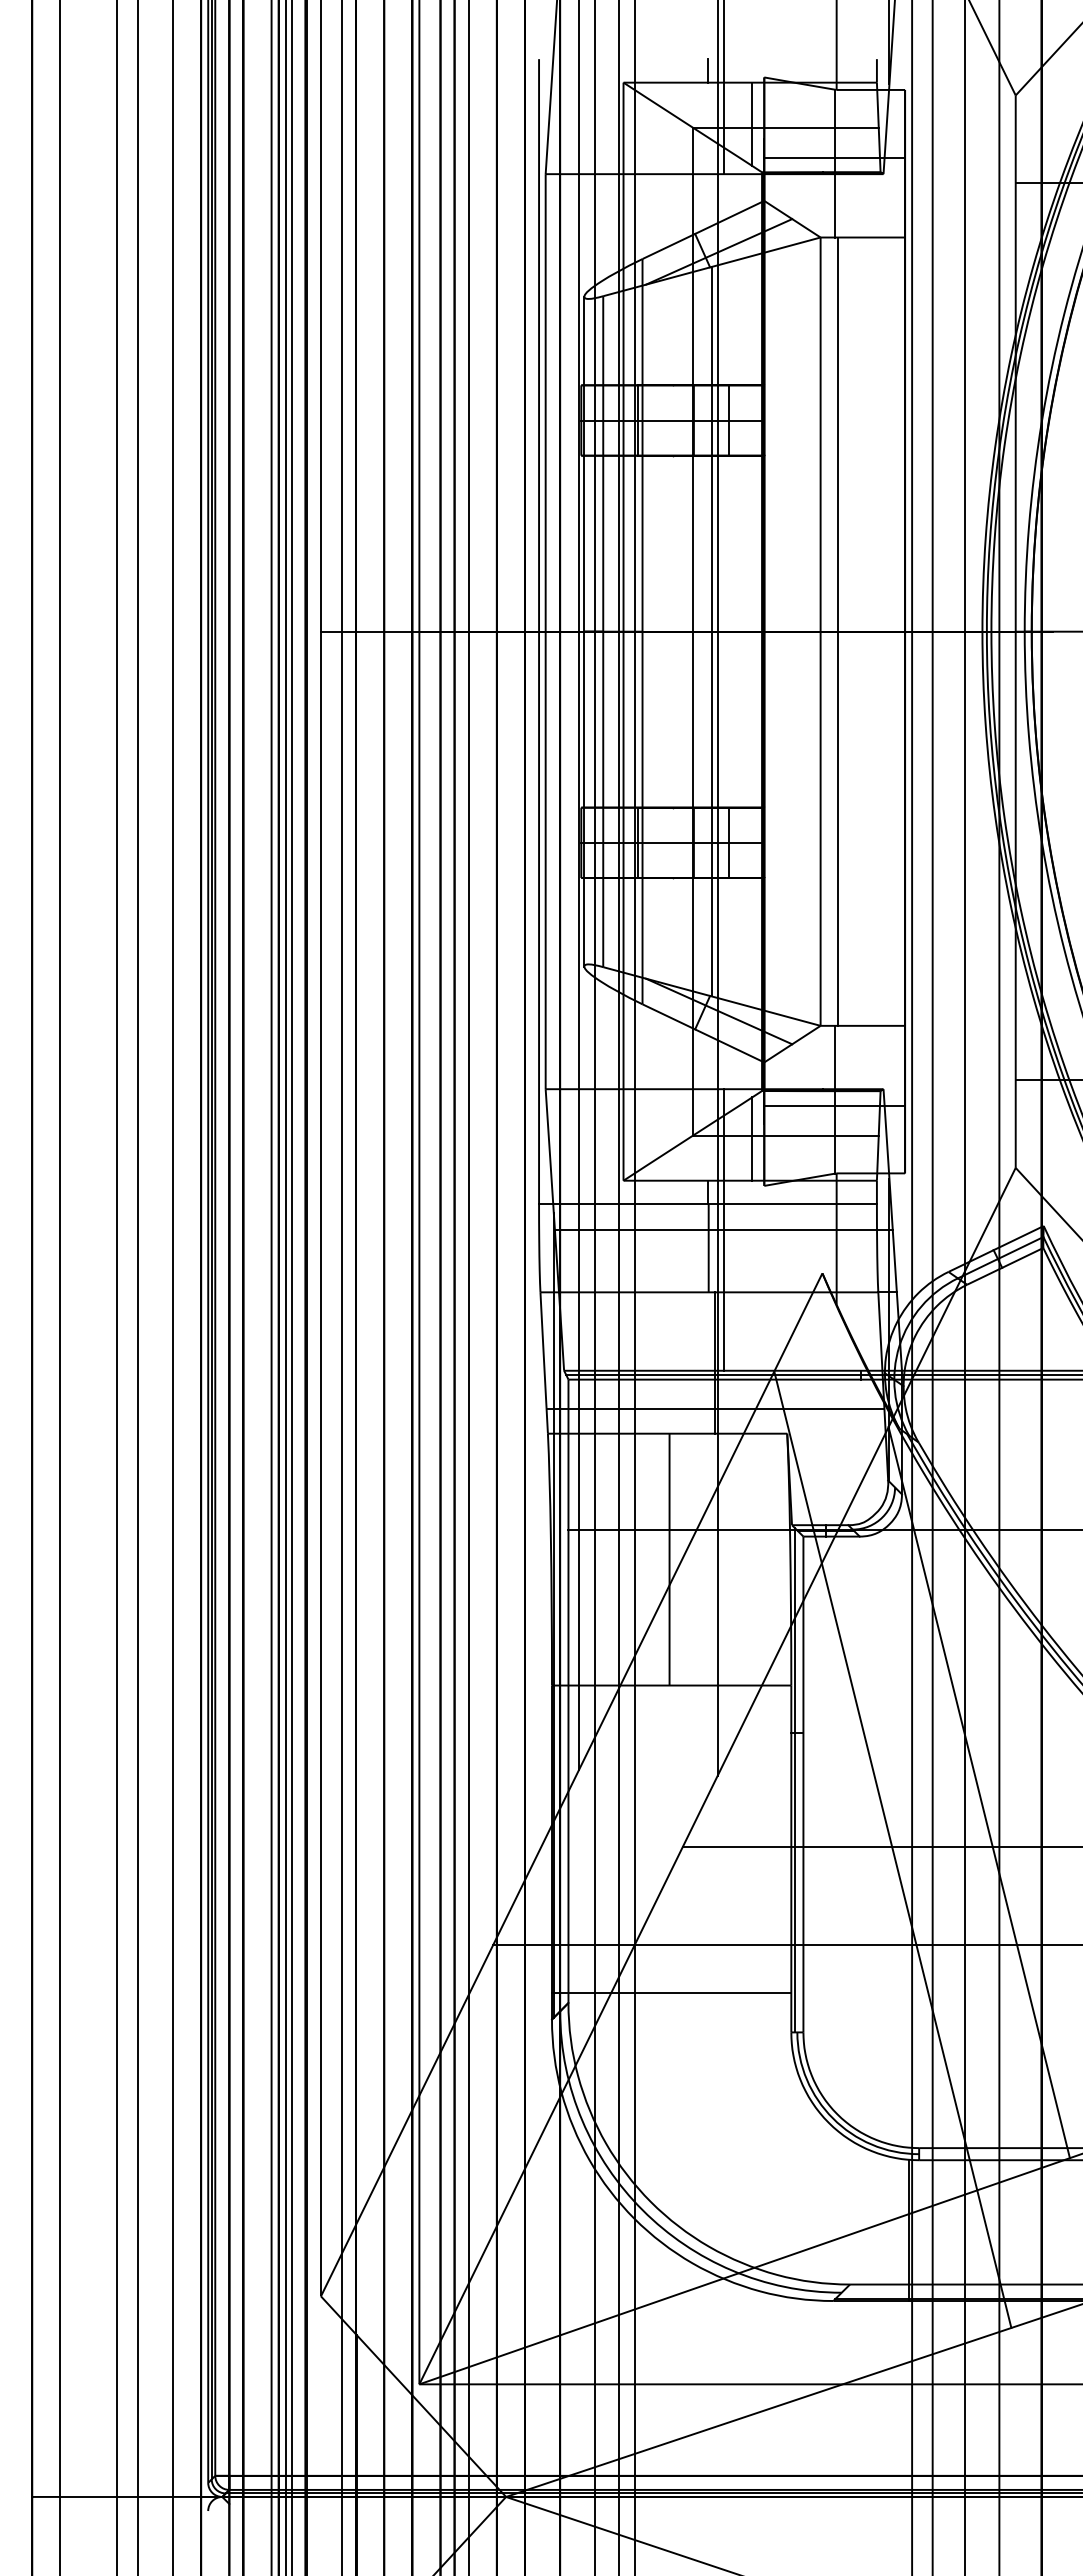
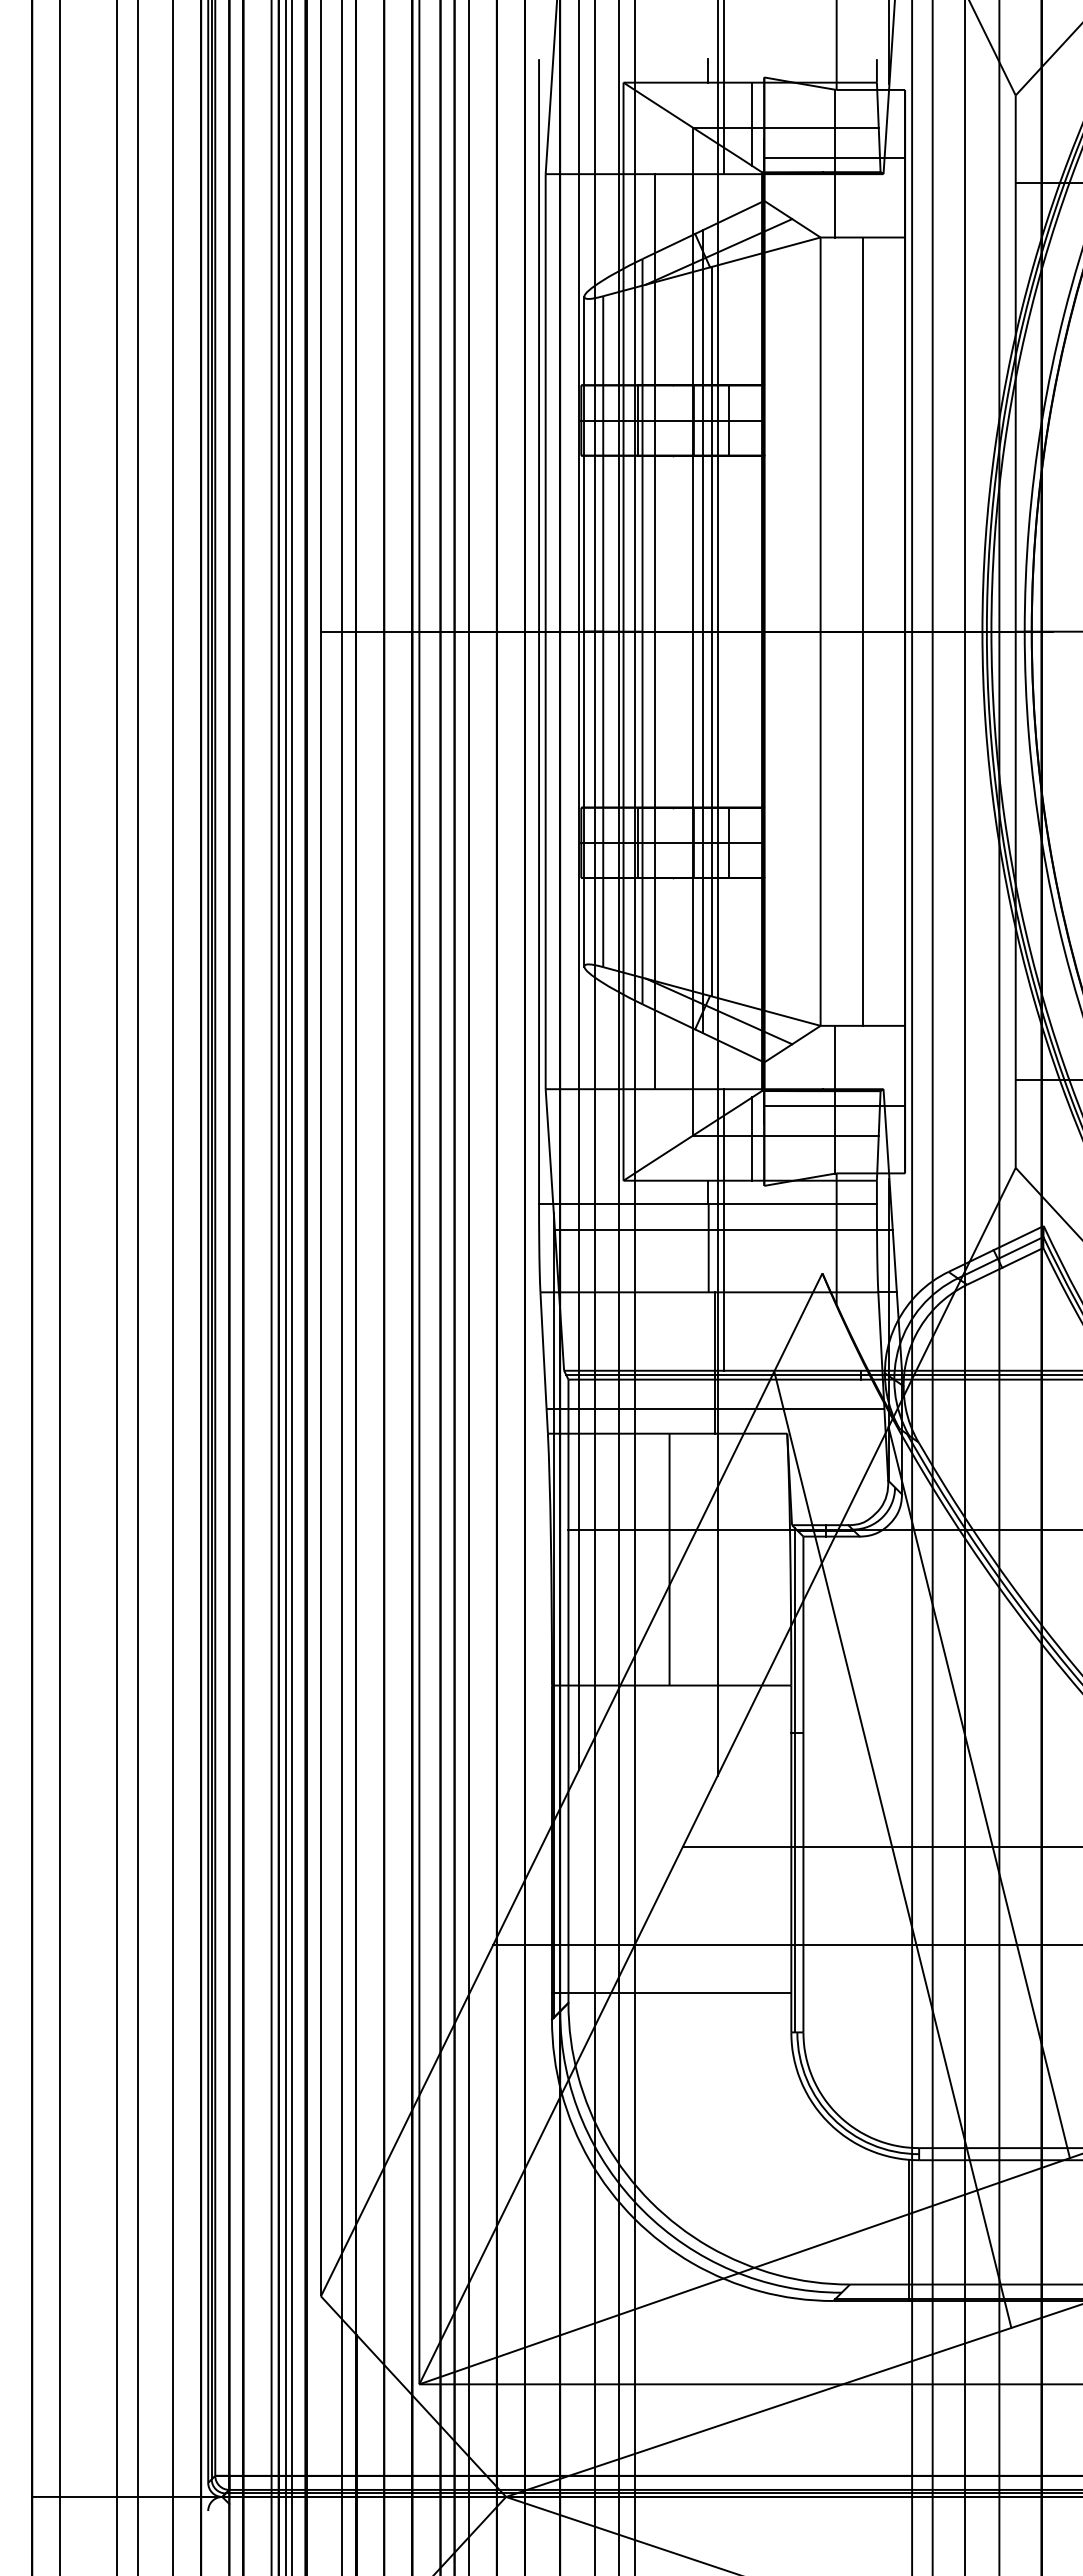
line at (655, 631): none -> present
line at (703, 631): none -> present
line at (837, 631) position: (837, 631) -> (862, 631)
